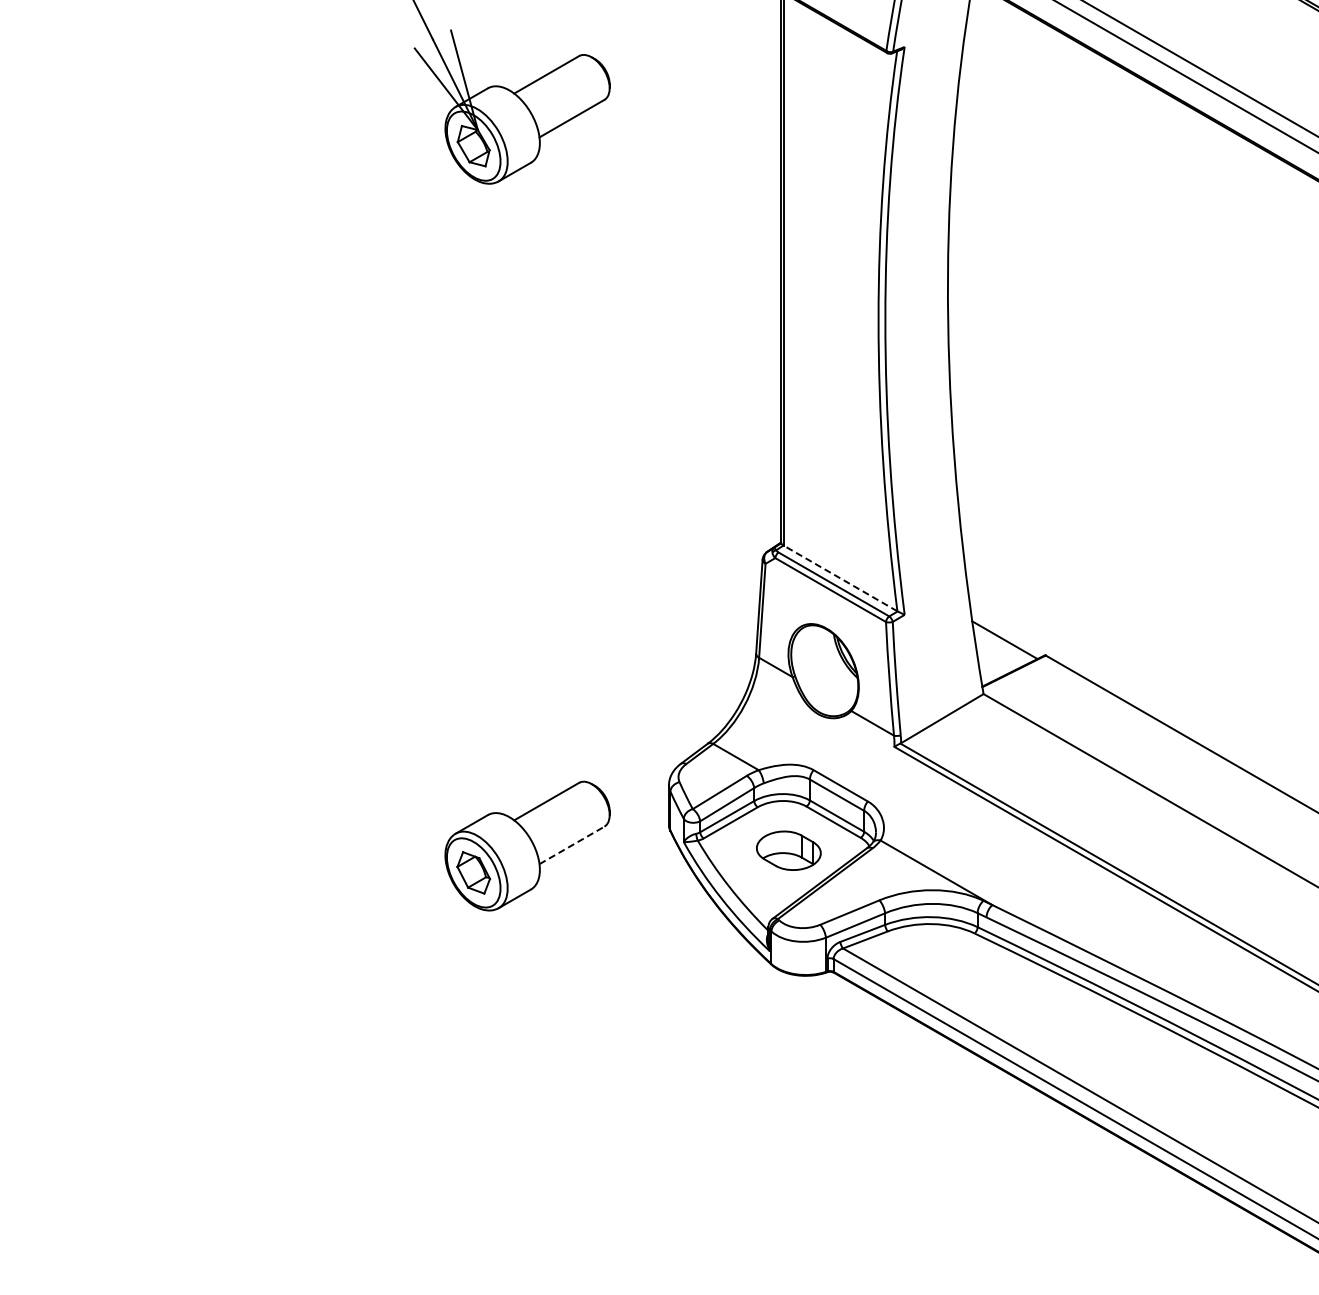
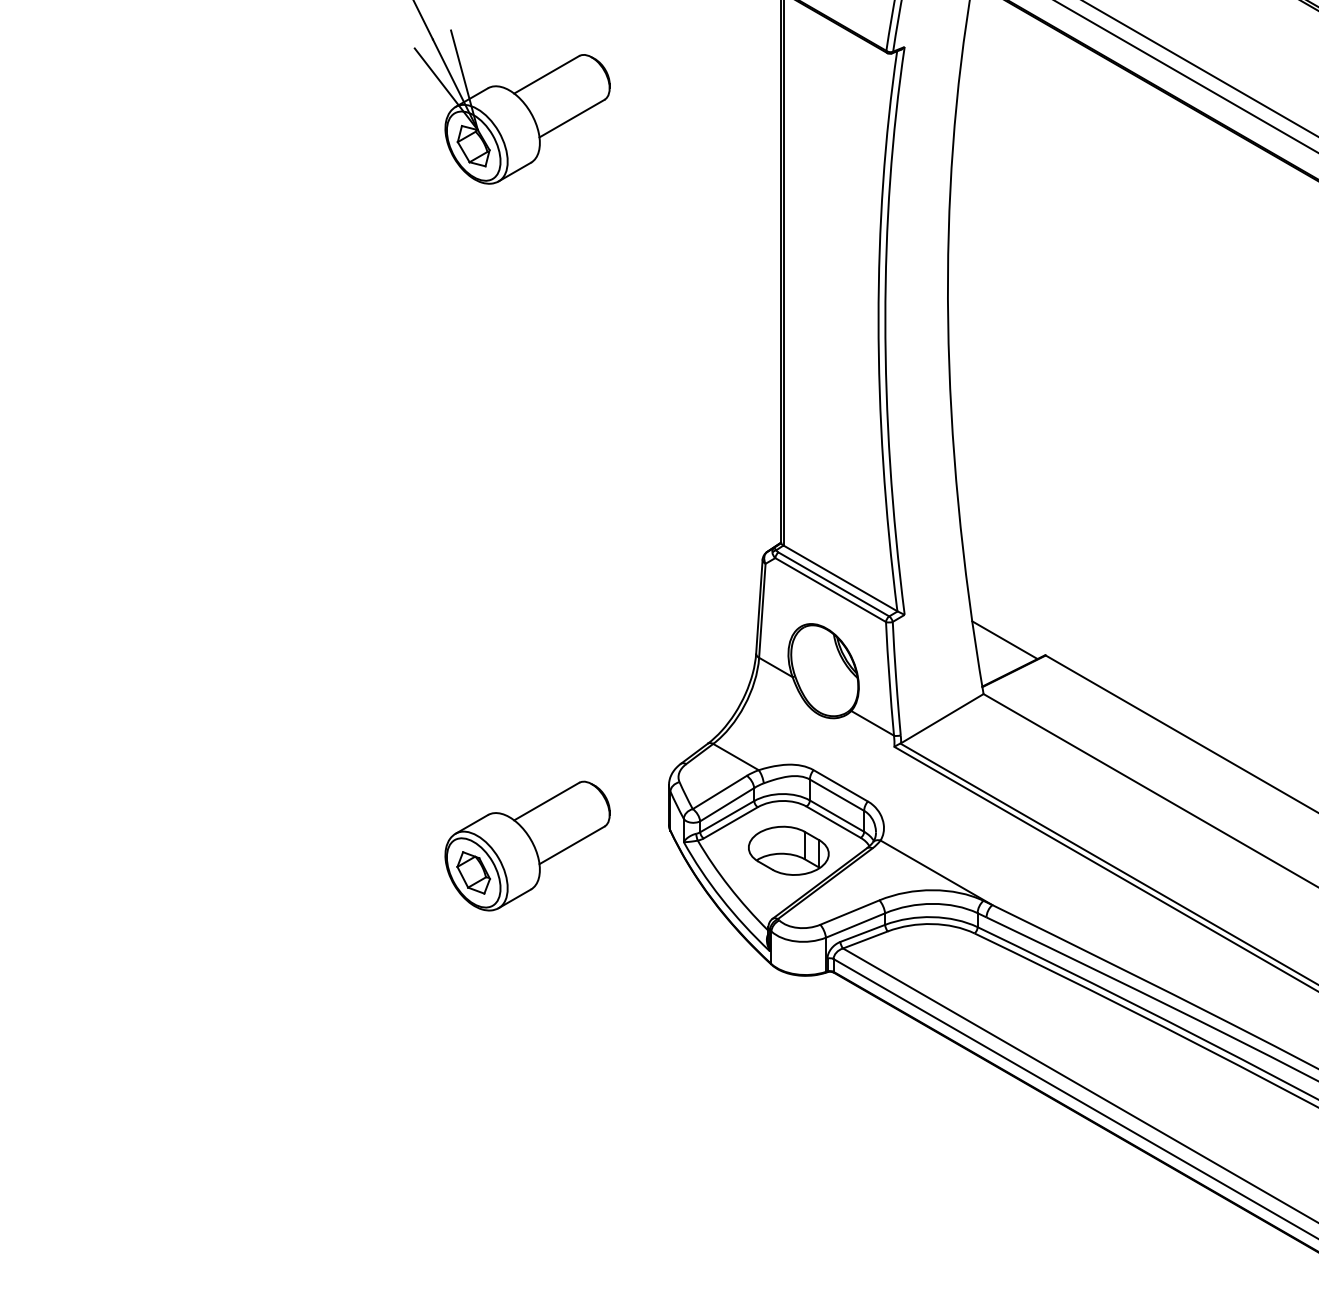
line at (840, 578): dashed -> solid
line at (572, 845): dashed -> solid
part at (788, 850) size: 66x41 px -> 82x51 px
